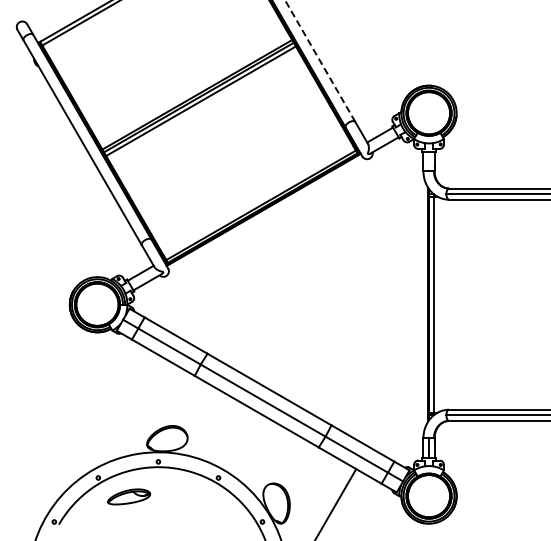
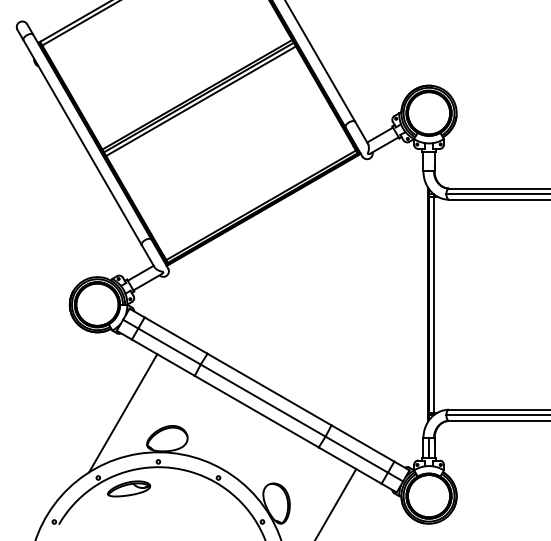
line at (320, 61): dashed -> solid
line at (123, 413): none -> present
part at (129, 496) position: (129, 496) -> (129, 488)
